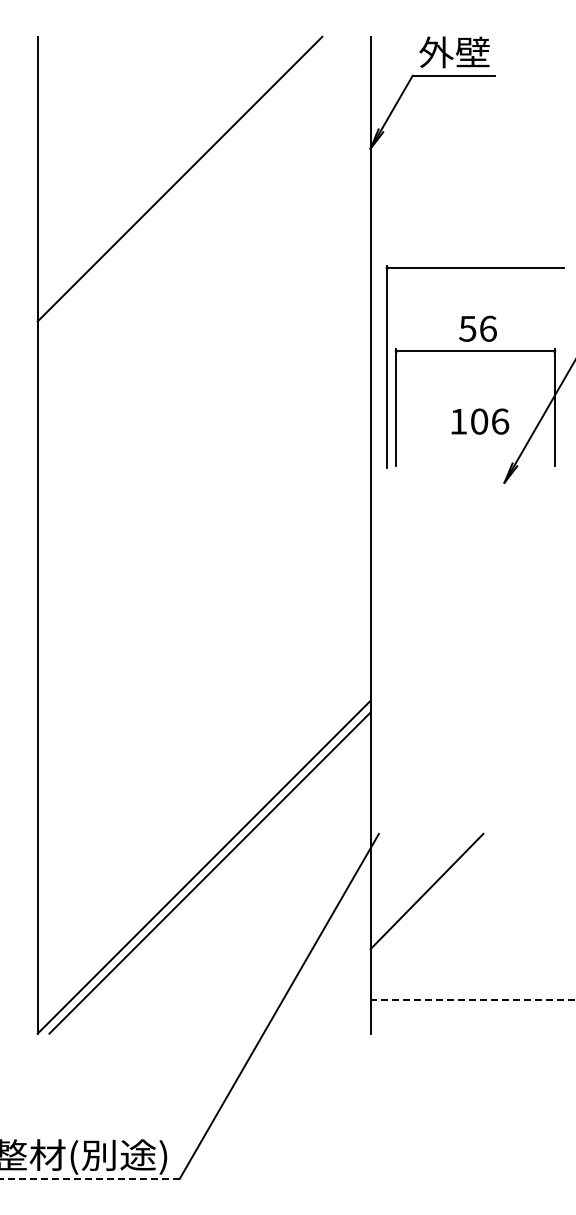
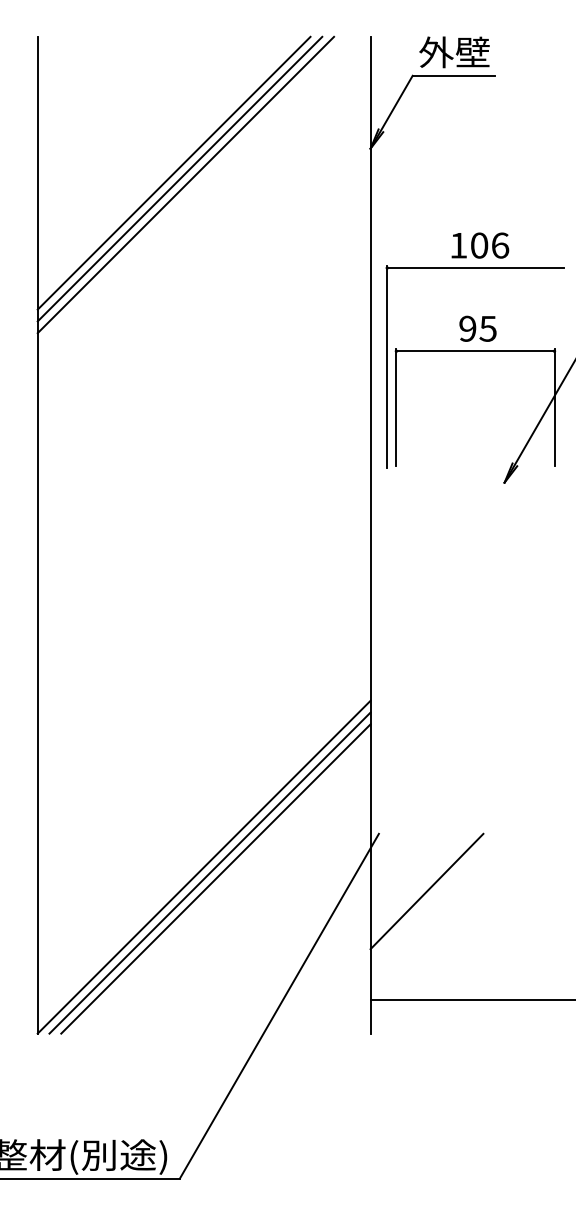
line at (173, 172): none -> present
line at (185, 184): none -> present
text at (477, 328): 56 -> 95
text at (480, 421) position: (480, 421) -> (480, 245)
line at (215, 878): none -> present
line at (472, 1000): dashed -> solid
line at (90, 1178): dashed -> solid
